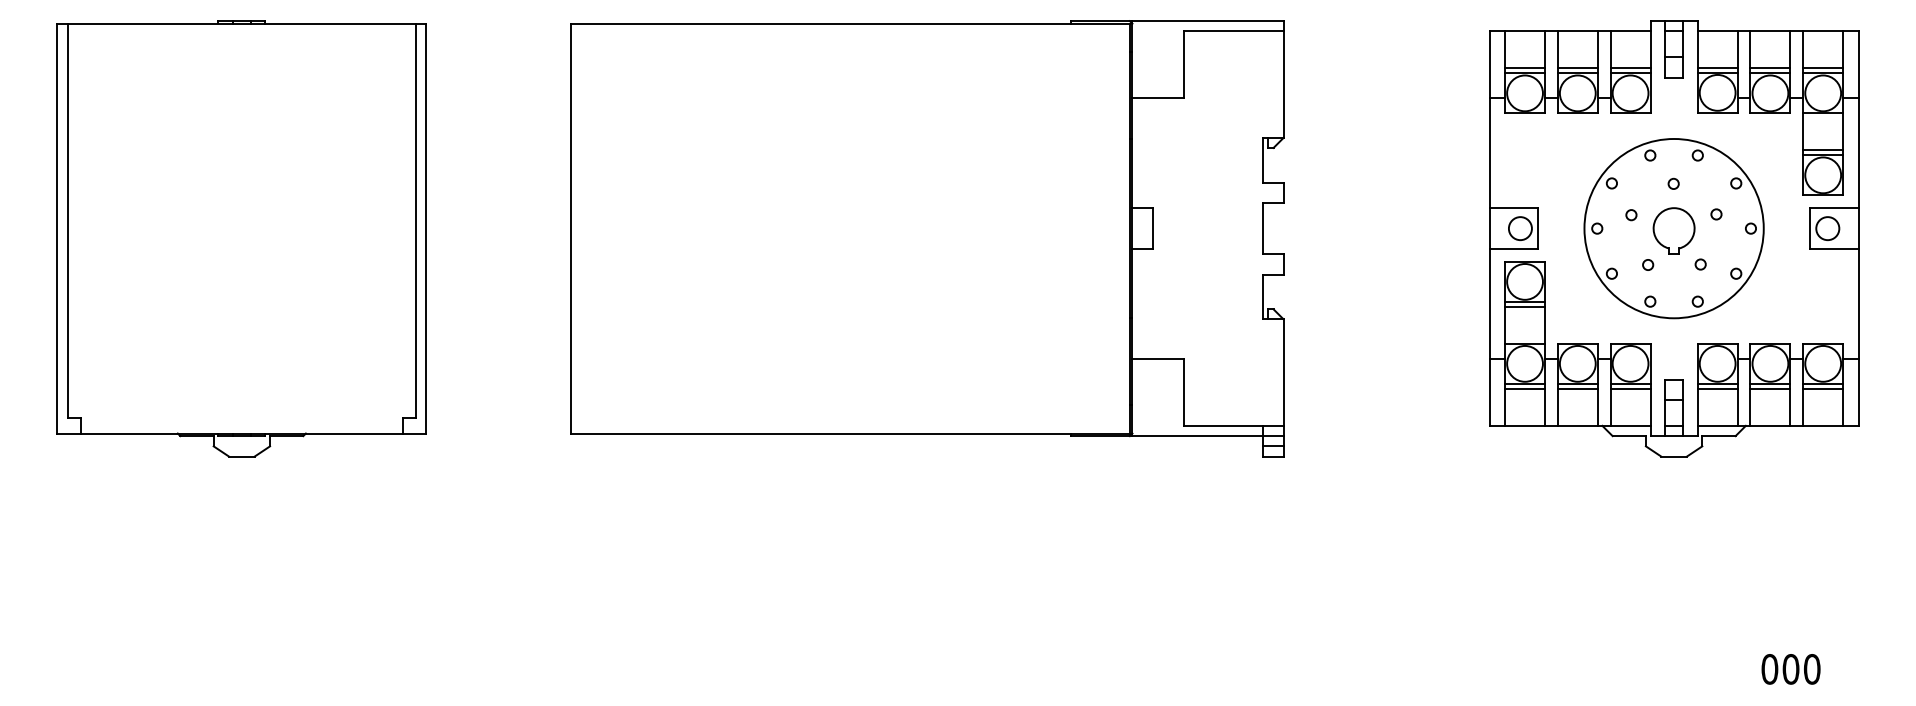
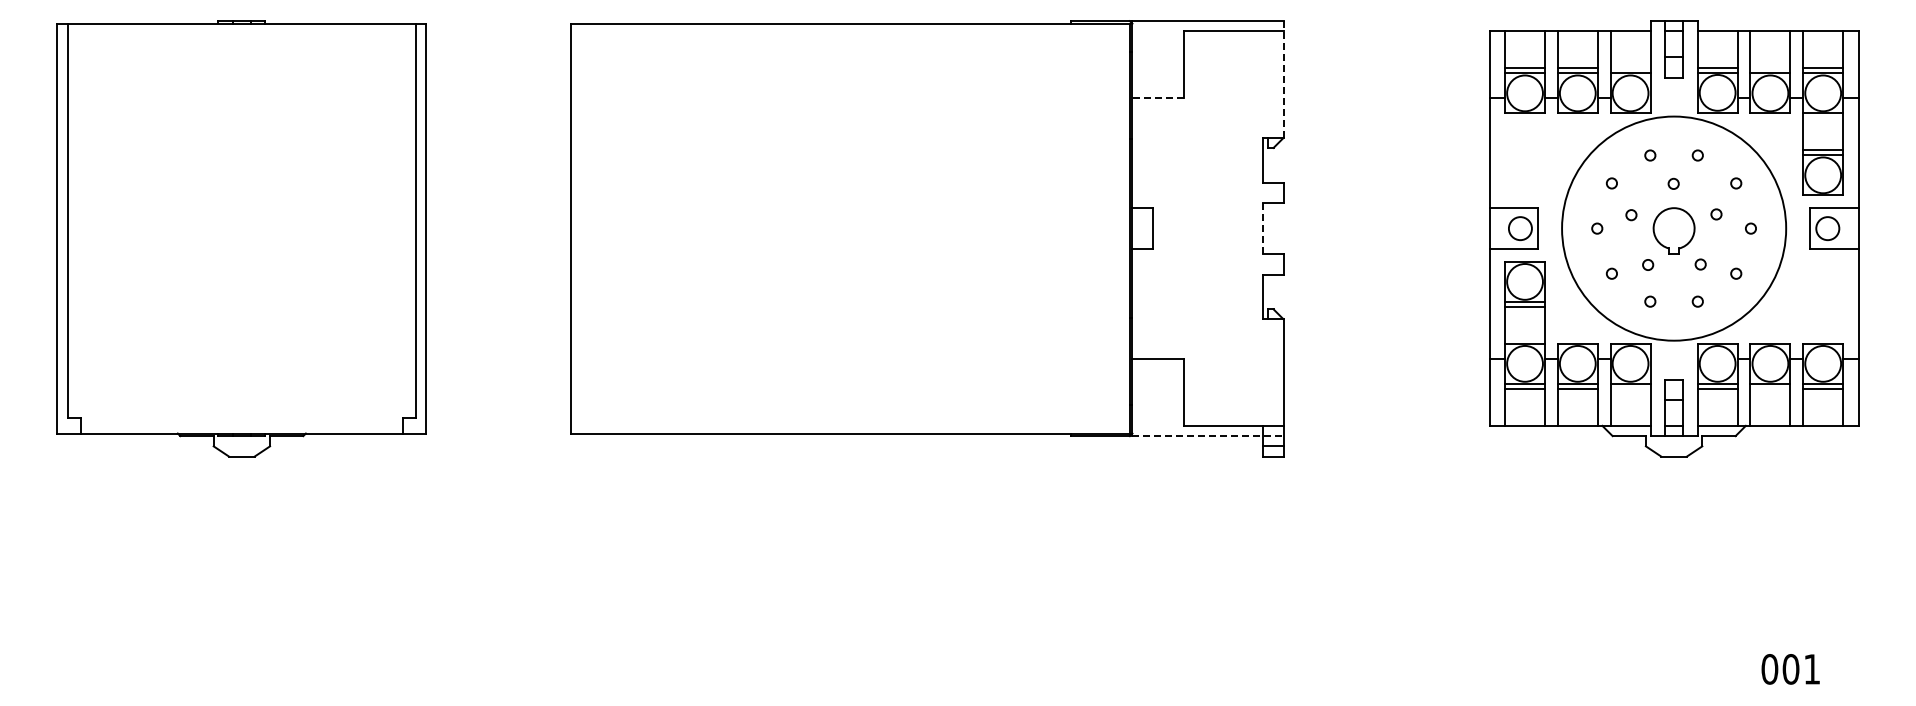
line at (1630, 68): present -> none
line at (1770, 68): present -> none
line at (1283, 79): solid -> dashed
line at (1158, 98): solid -> dashed
line at (1263, 228): solid -> dashed
circle at (1673, 228) diameter: 179 px -> 224 px
line at (1630, 388): present -> none
line at (1770, 388): present -> none
line at (1207, 436): solid -> dashed
text at (1811, 669): 000 -> 001
